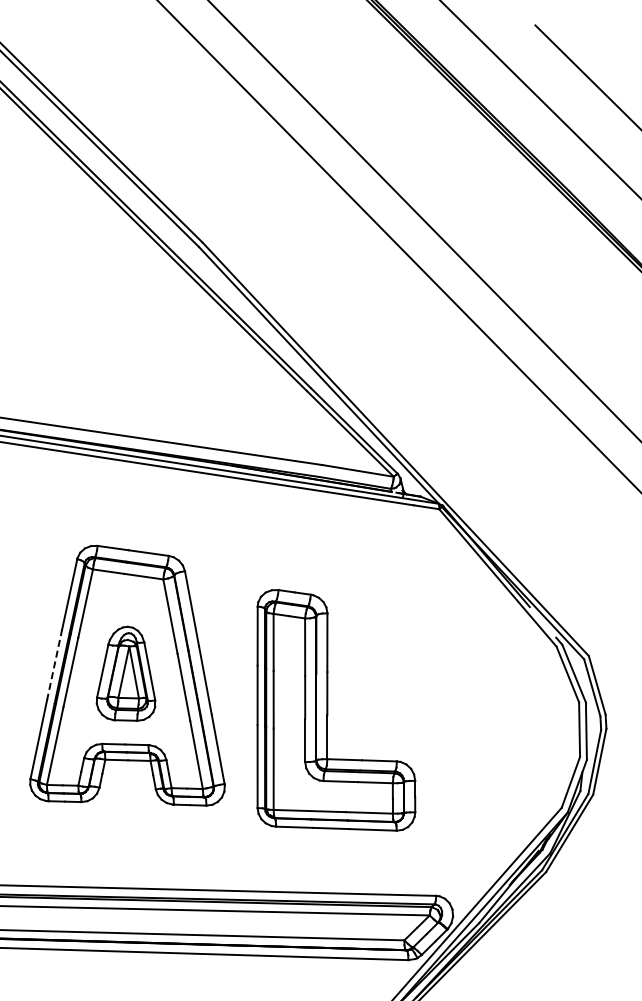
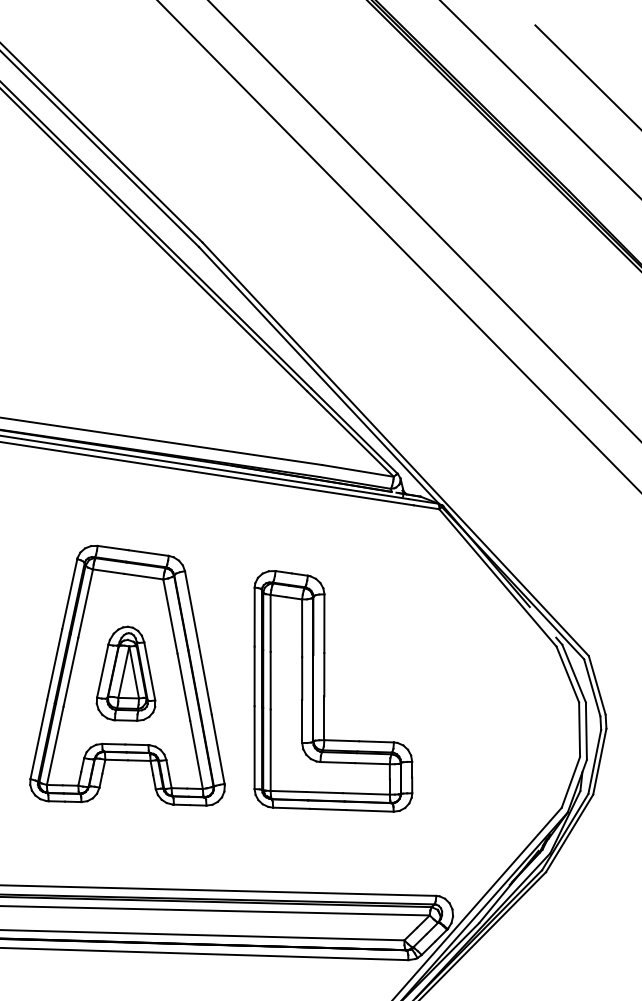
line at (54, 665): dashed -> solid
part at (328, 710) position: (328, 710) -> (325, 691)
